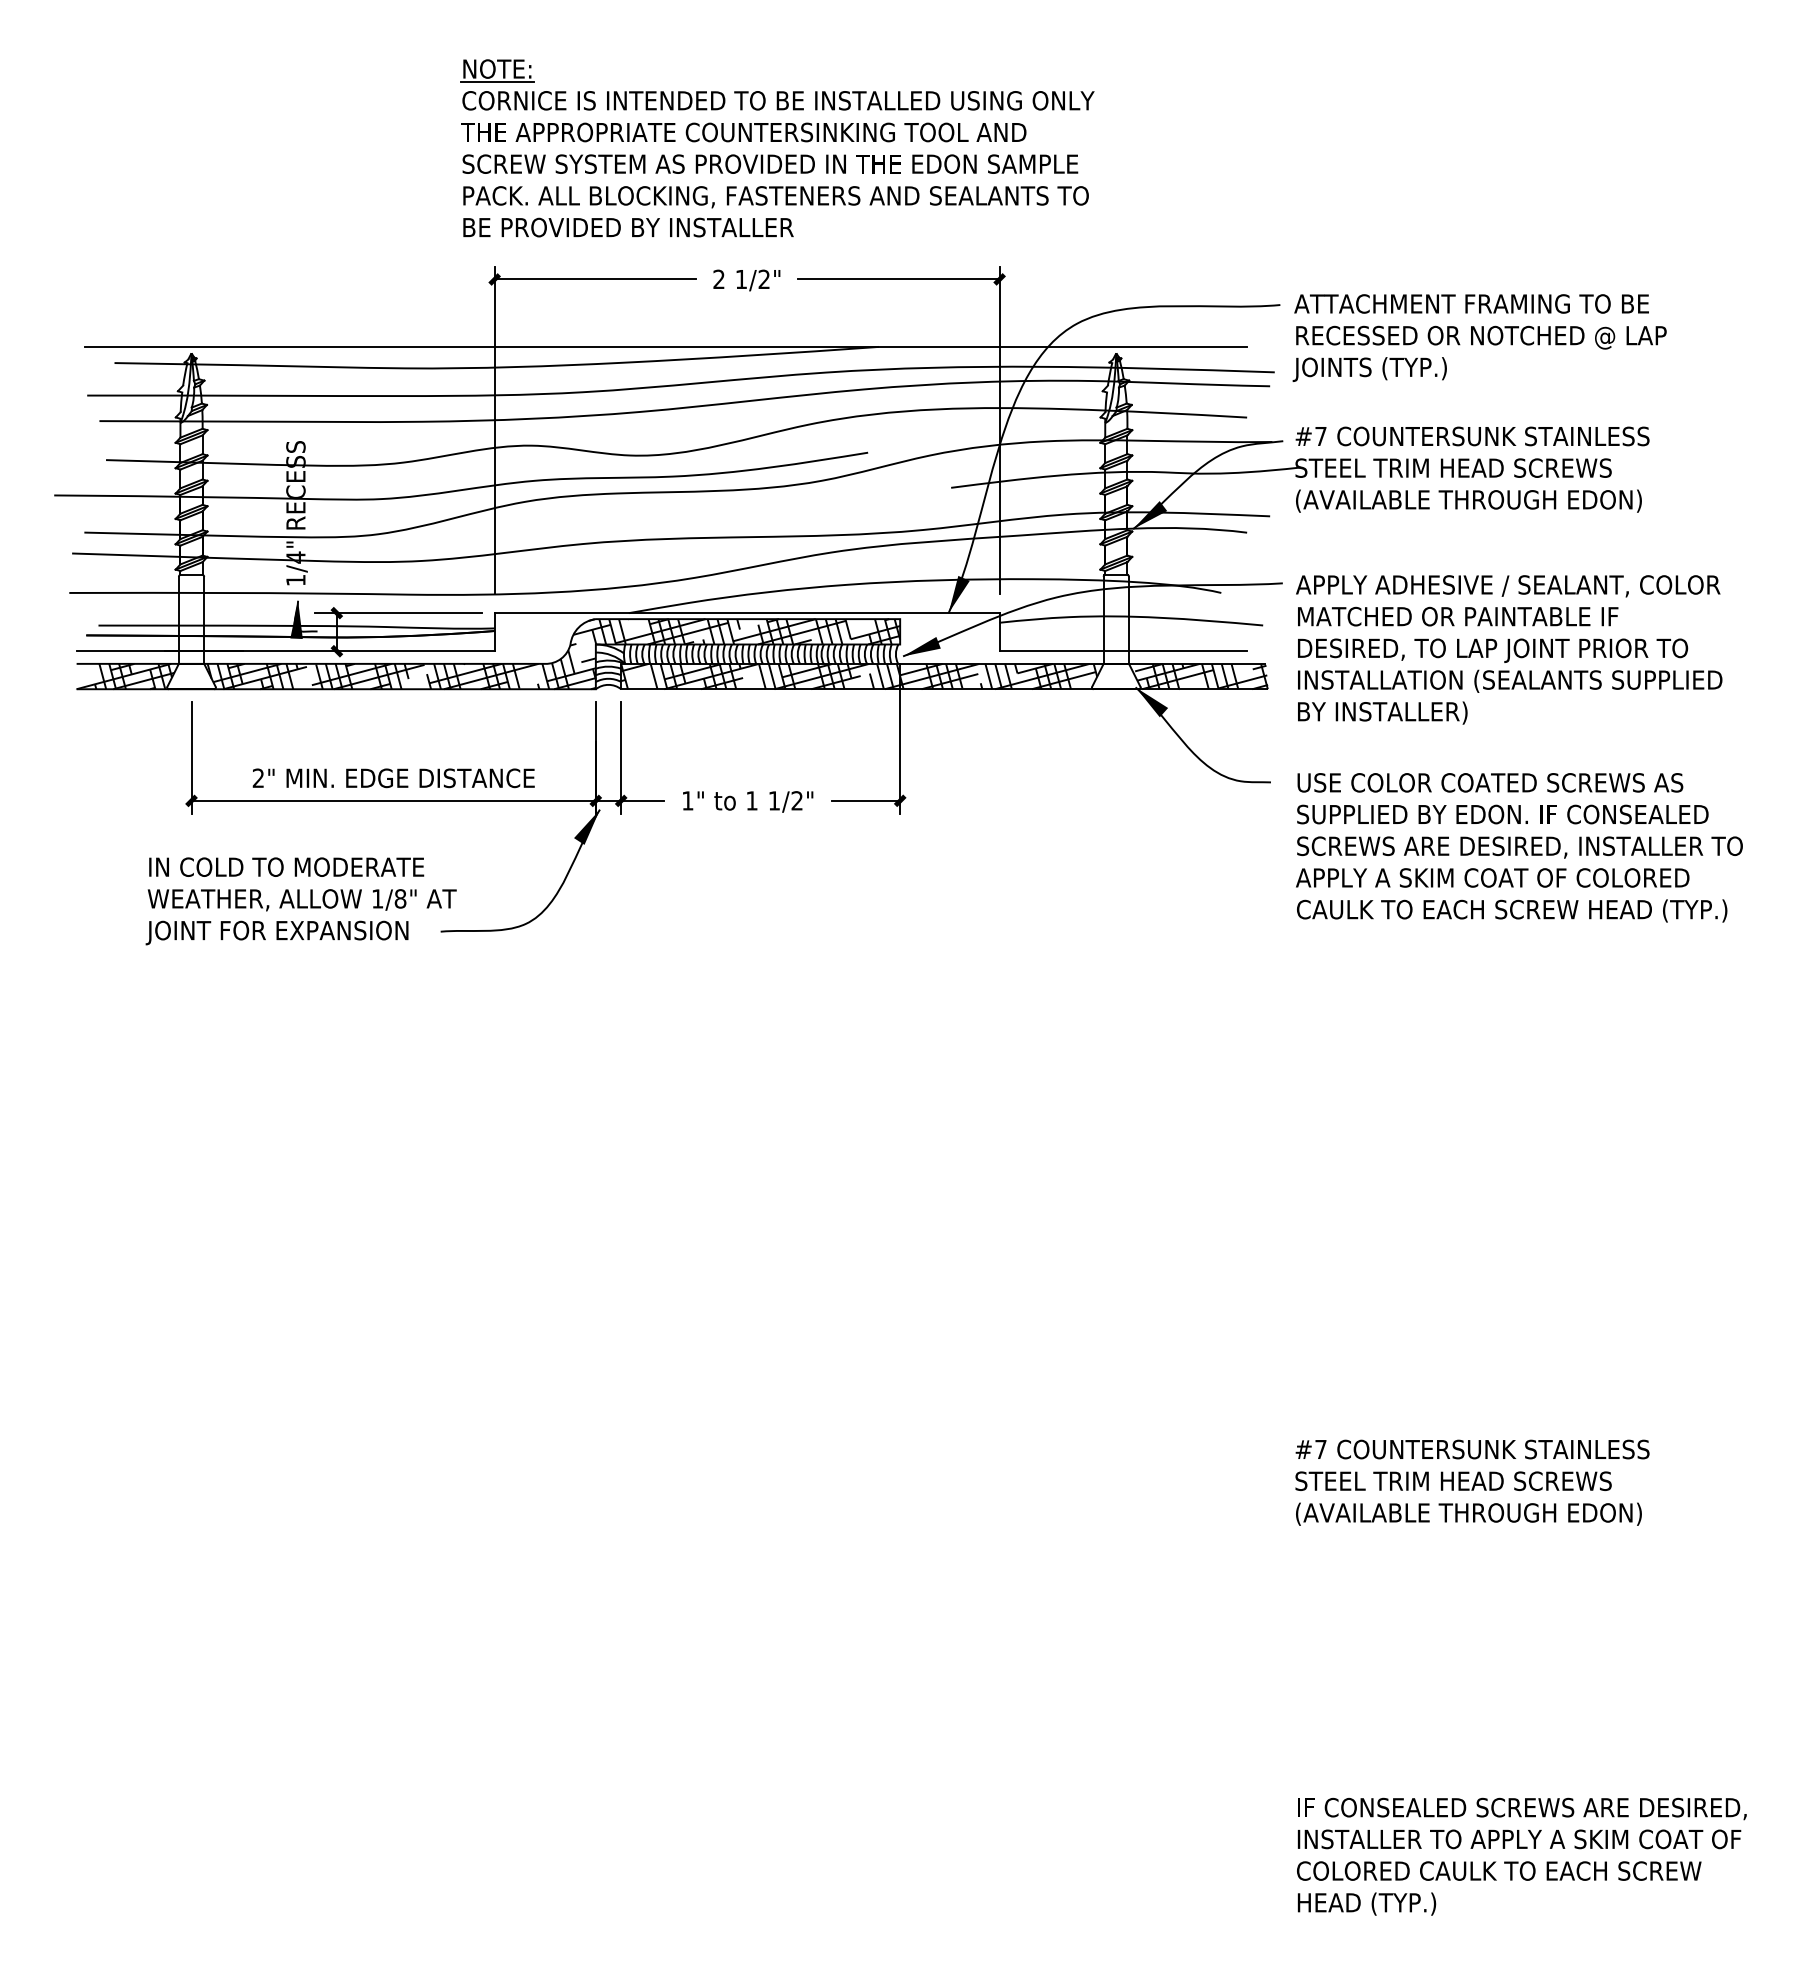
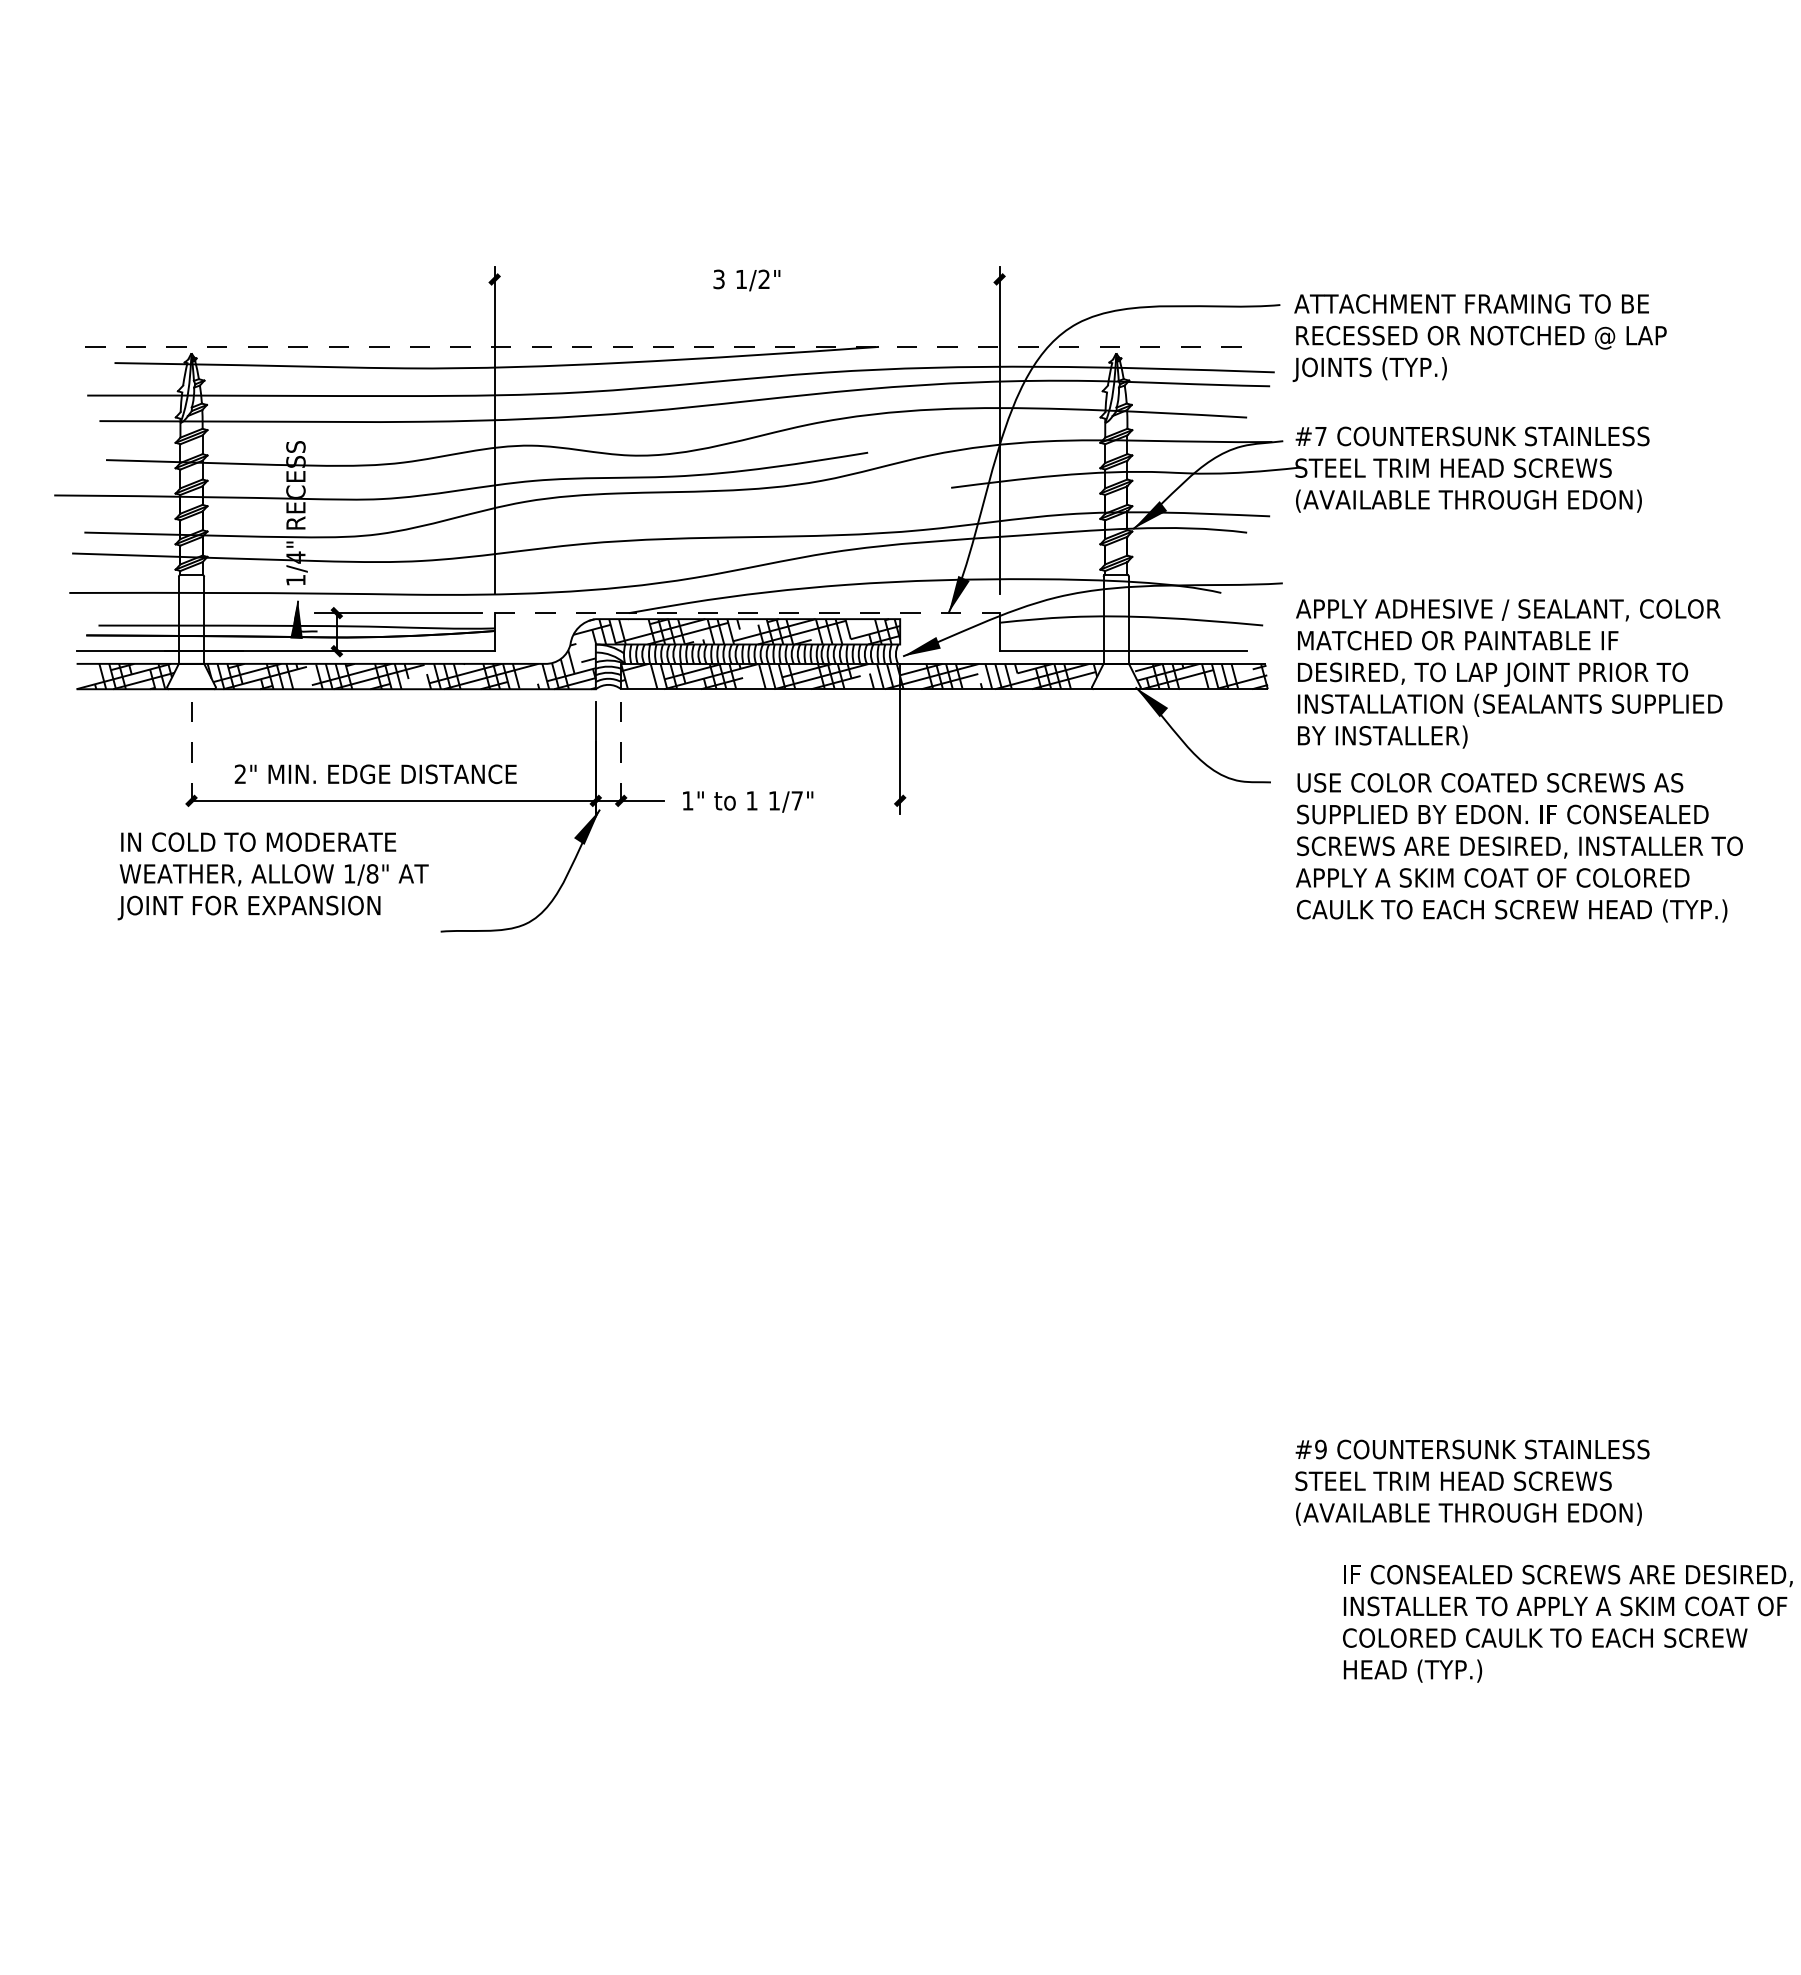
part at (774, 154): present -> none
line at (595, 279): present -> none
text at (718, 279): 2 -> 3
line at (898, 279): present -> none
line at (666, 346): solid -> dashed
line at (747, 613): solid -> dashed
text at (1509, 649) position: (1509, 649) -> (1509, 673)
line at (191, 757): solid -> dashed
line at (621, 757): solid -> dashed
text at (393, 778) position: (393, 778) -> (375, 774)
text at (796, 800): 1/2" -> 1/7"
line at (866, 800): present -> none
text at (300, 901) position: (300, 901) -> (272, 876)
text at (1320, 1449): #7 -> #9
text at (1521, 1856) position: (1521, 1856) -> (1567, 1623)
